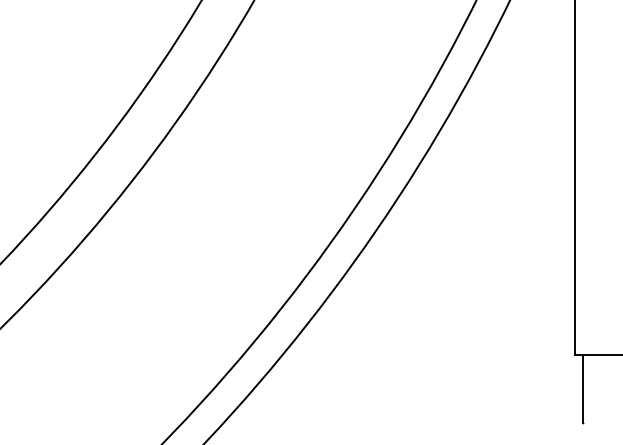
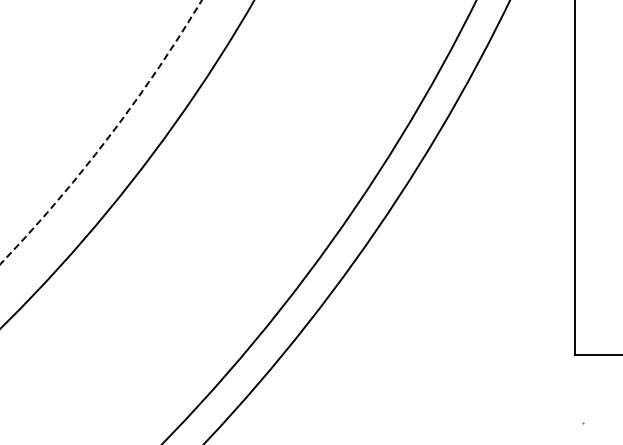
circle at (100, 131): solid -> dashed
line at (583, 388): present -> none
